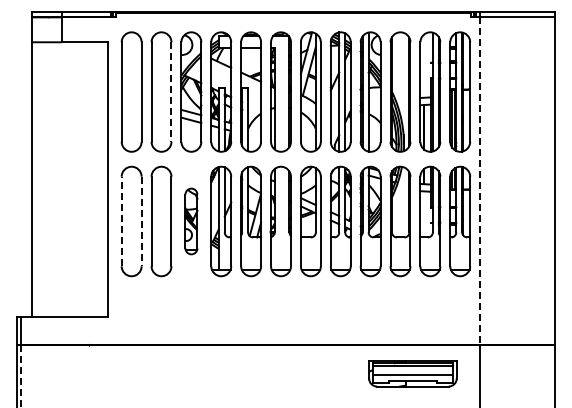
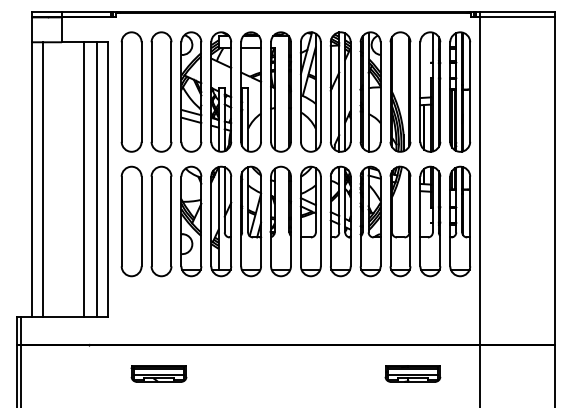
line at (171, 92): dashed -> solid
line at (43, 179): none -> present
line at (84, 179): none -> present
line at (96, 179): none -> present
line at (480, 181): dashed -> solid
line at (121, 221): dashed -> solid
line at (141, 221): dashed -> solid
part at (191, 221) size: 15x69 px -> 23x113 px
part at (158, 373): none -> present
part at (412, 373) size: 90x28 px -> 58x18 px
line at (21, 376): dashed -> solid
